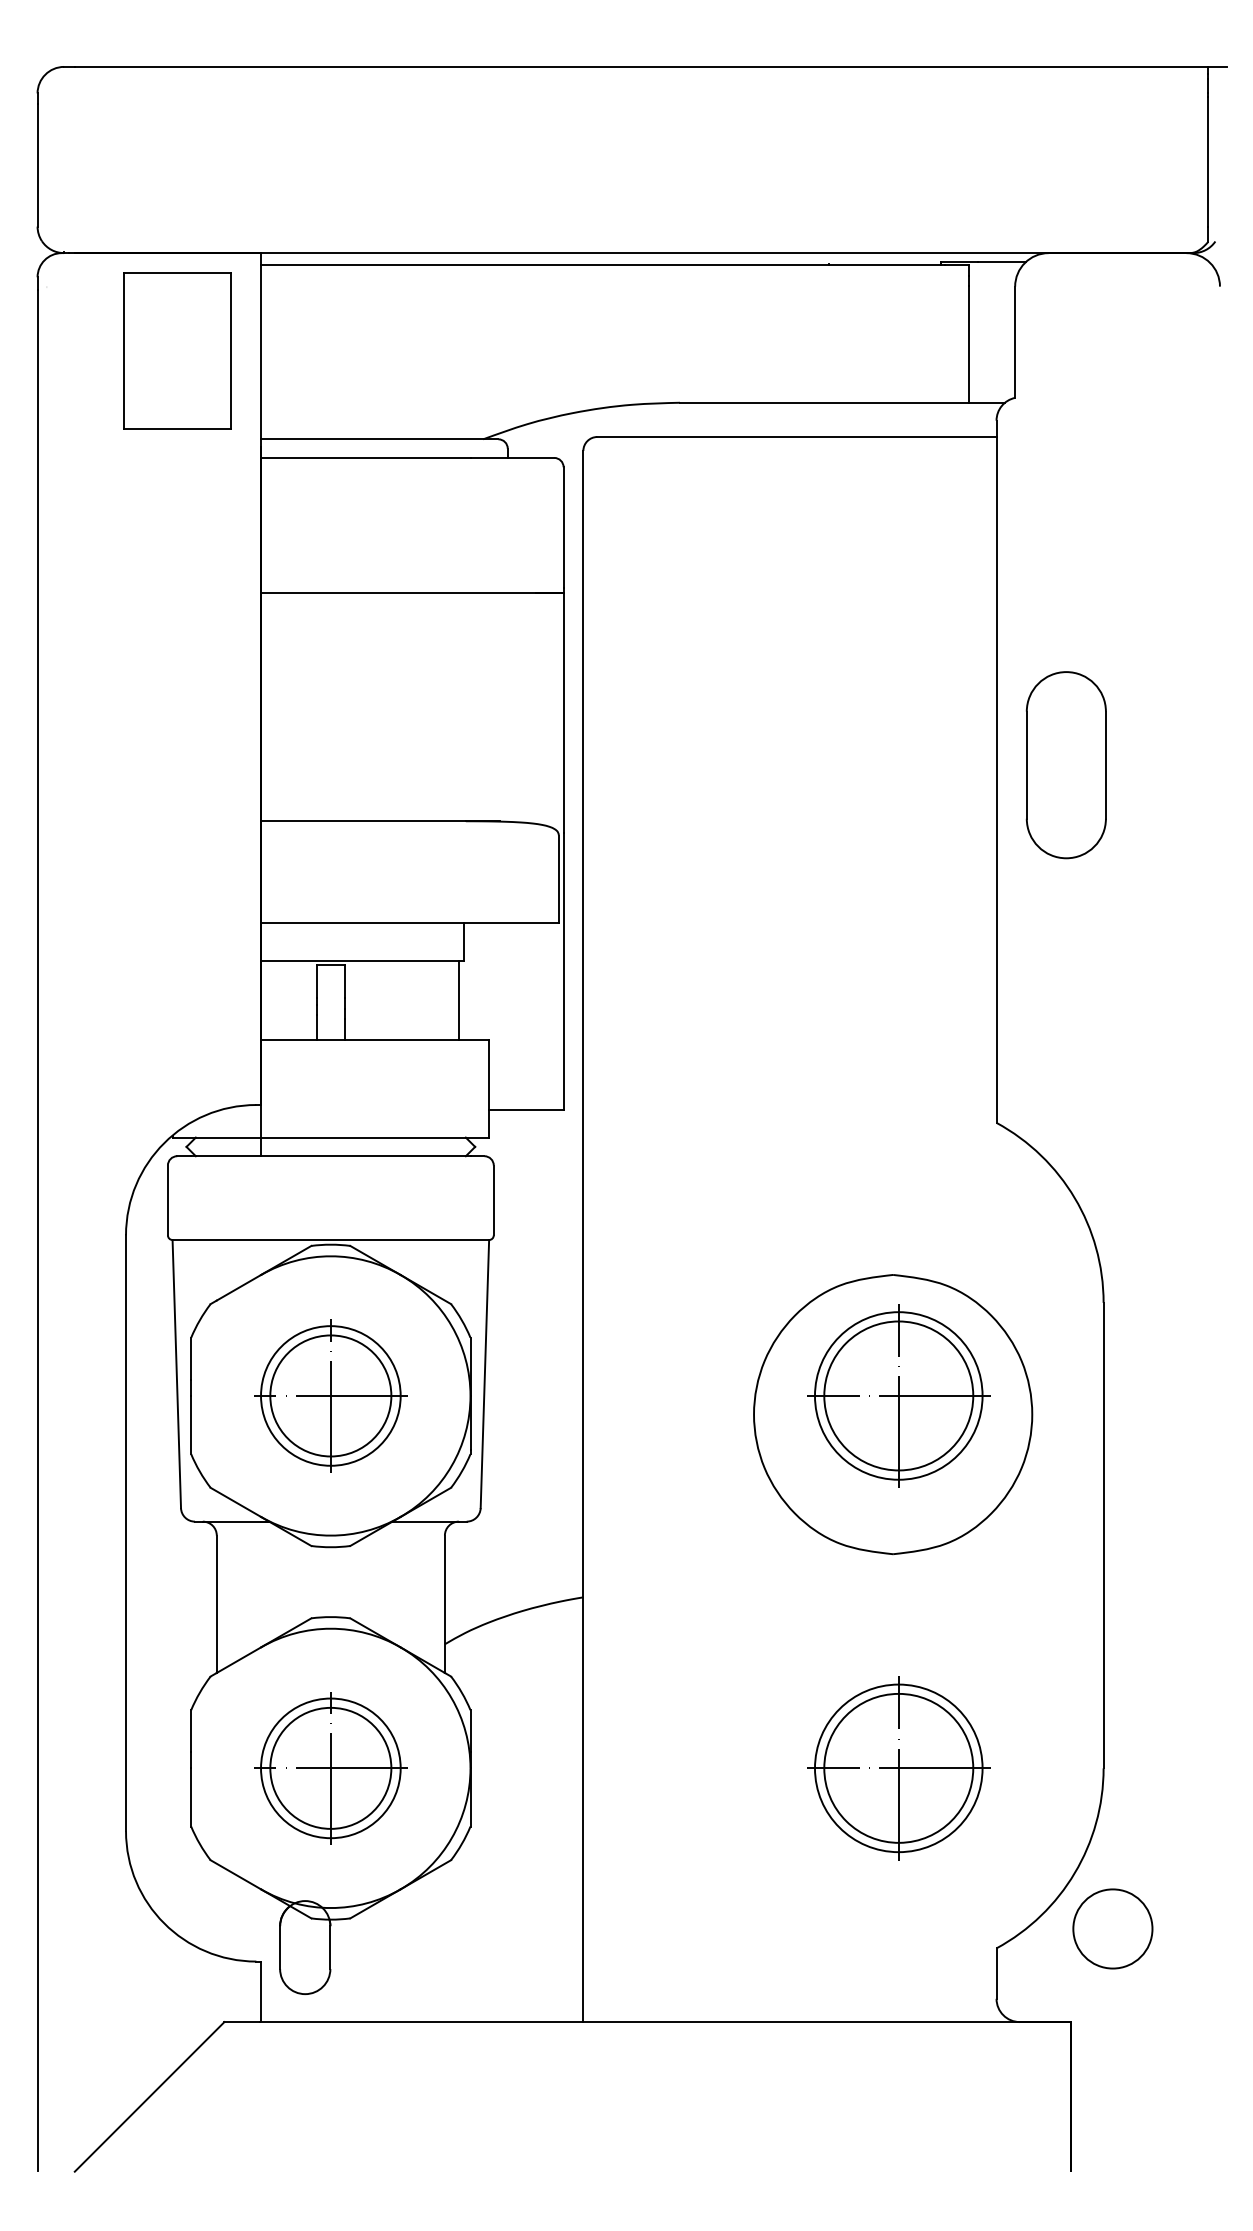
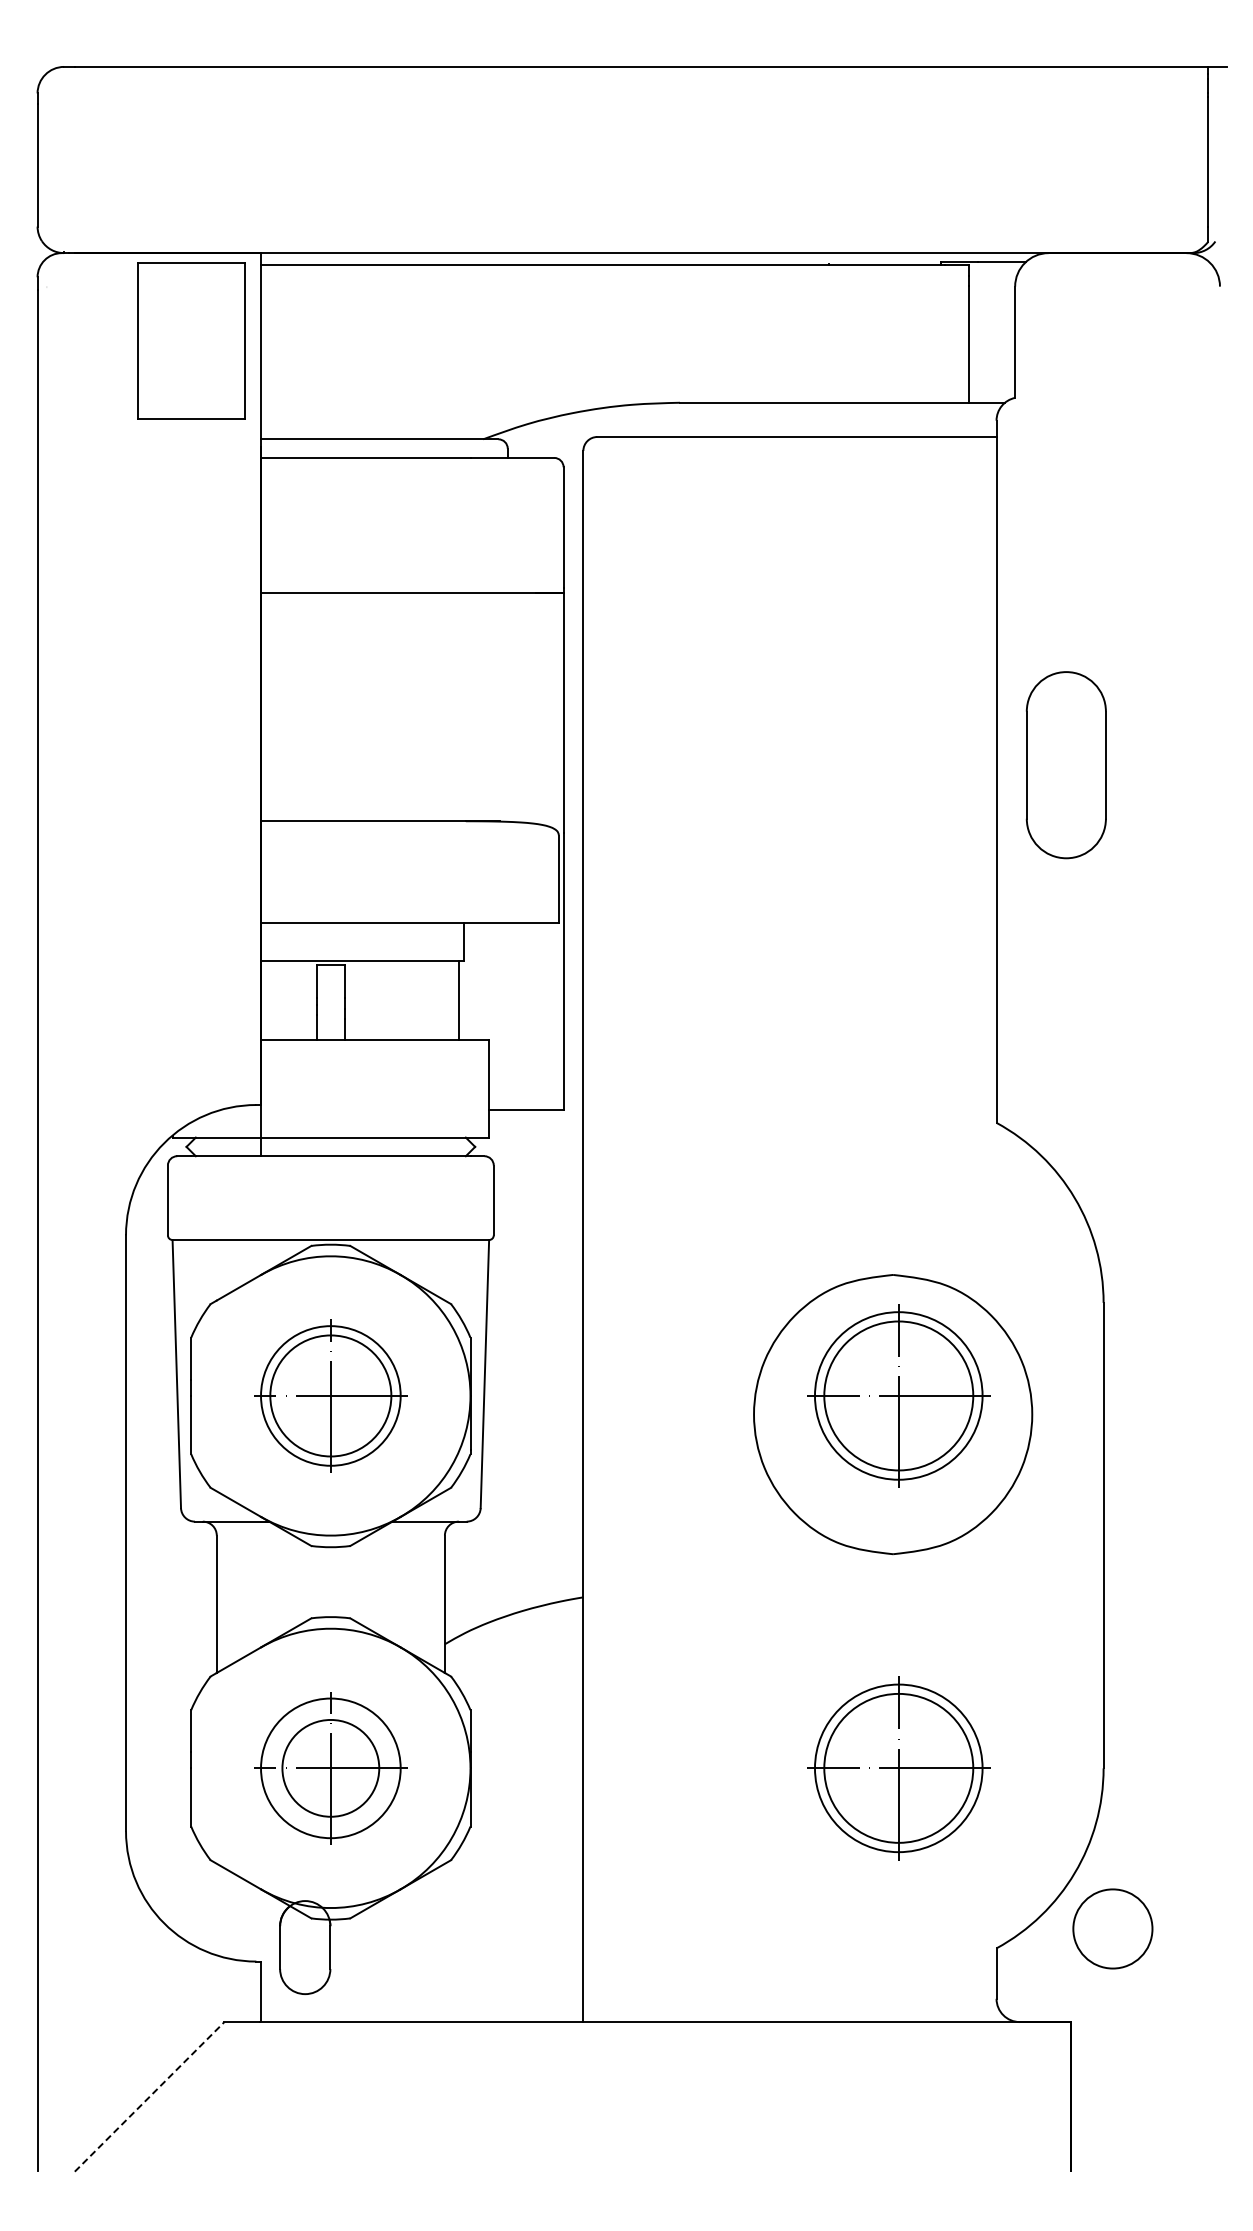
part at (177, 350) position: (177, 350) -> (191, 340)
circle at (330, 1767) diameter: 121 px -> 97 px
line at (149, 2096): solid -> dashed
